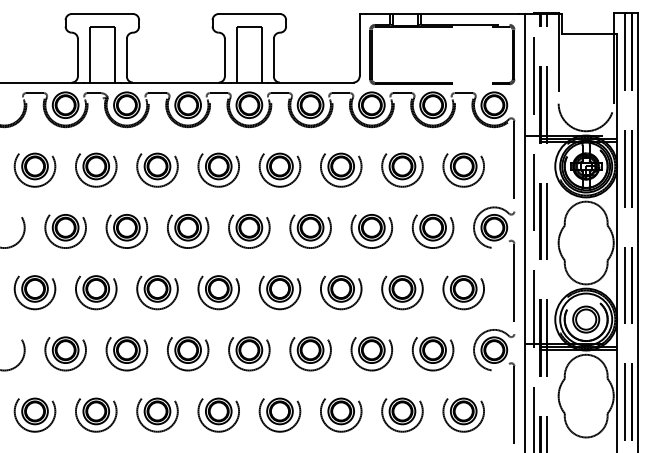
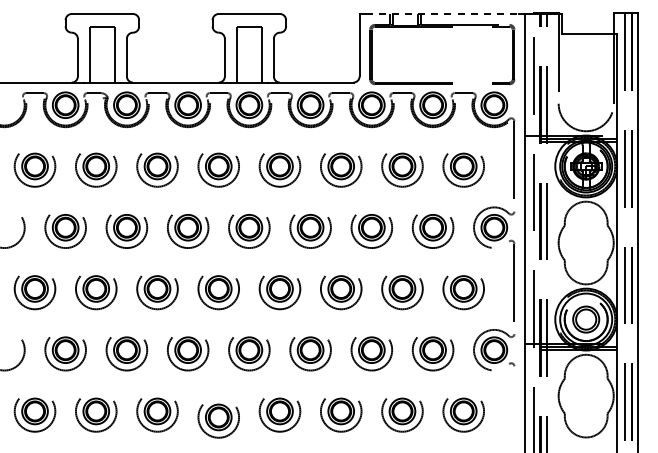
line at (442, 14): solid -> dashed
line at (514, 407): present -> none
part at (218, 414) position: (218, 414) -> (218, 420)
